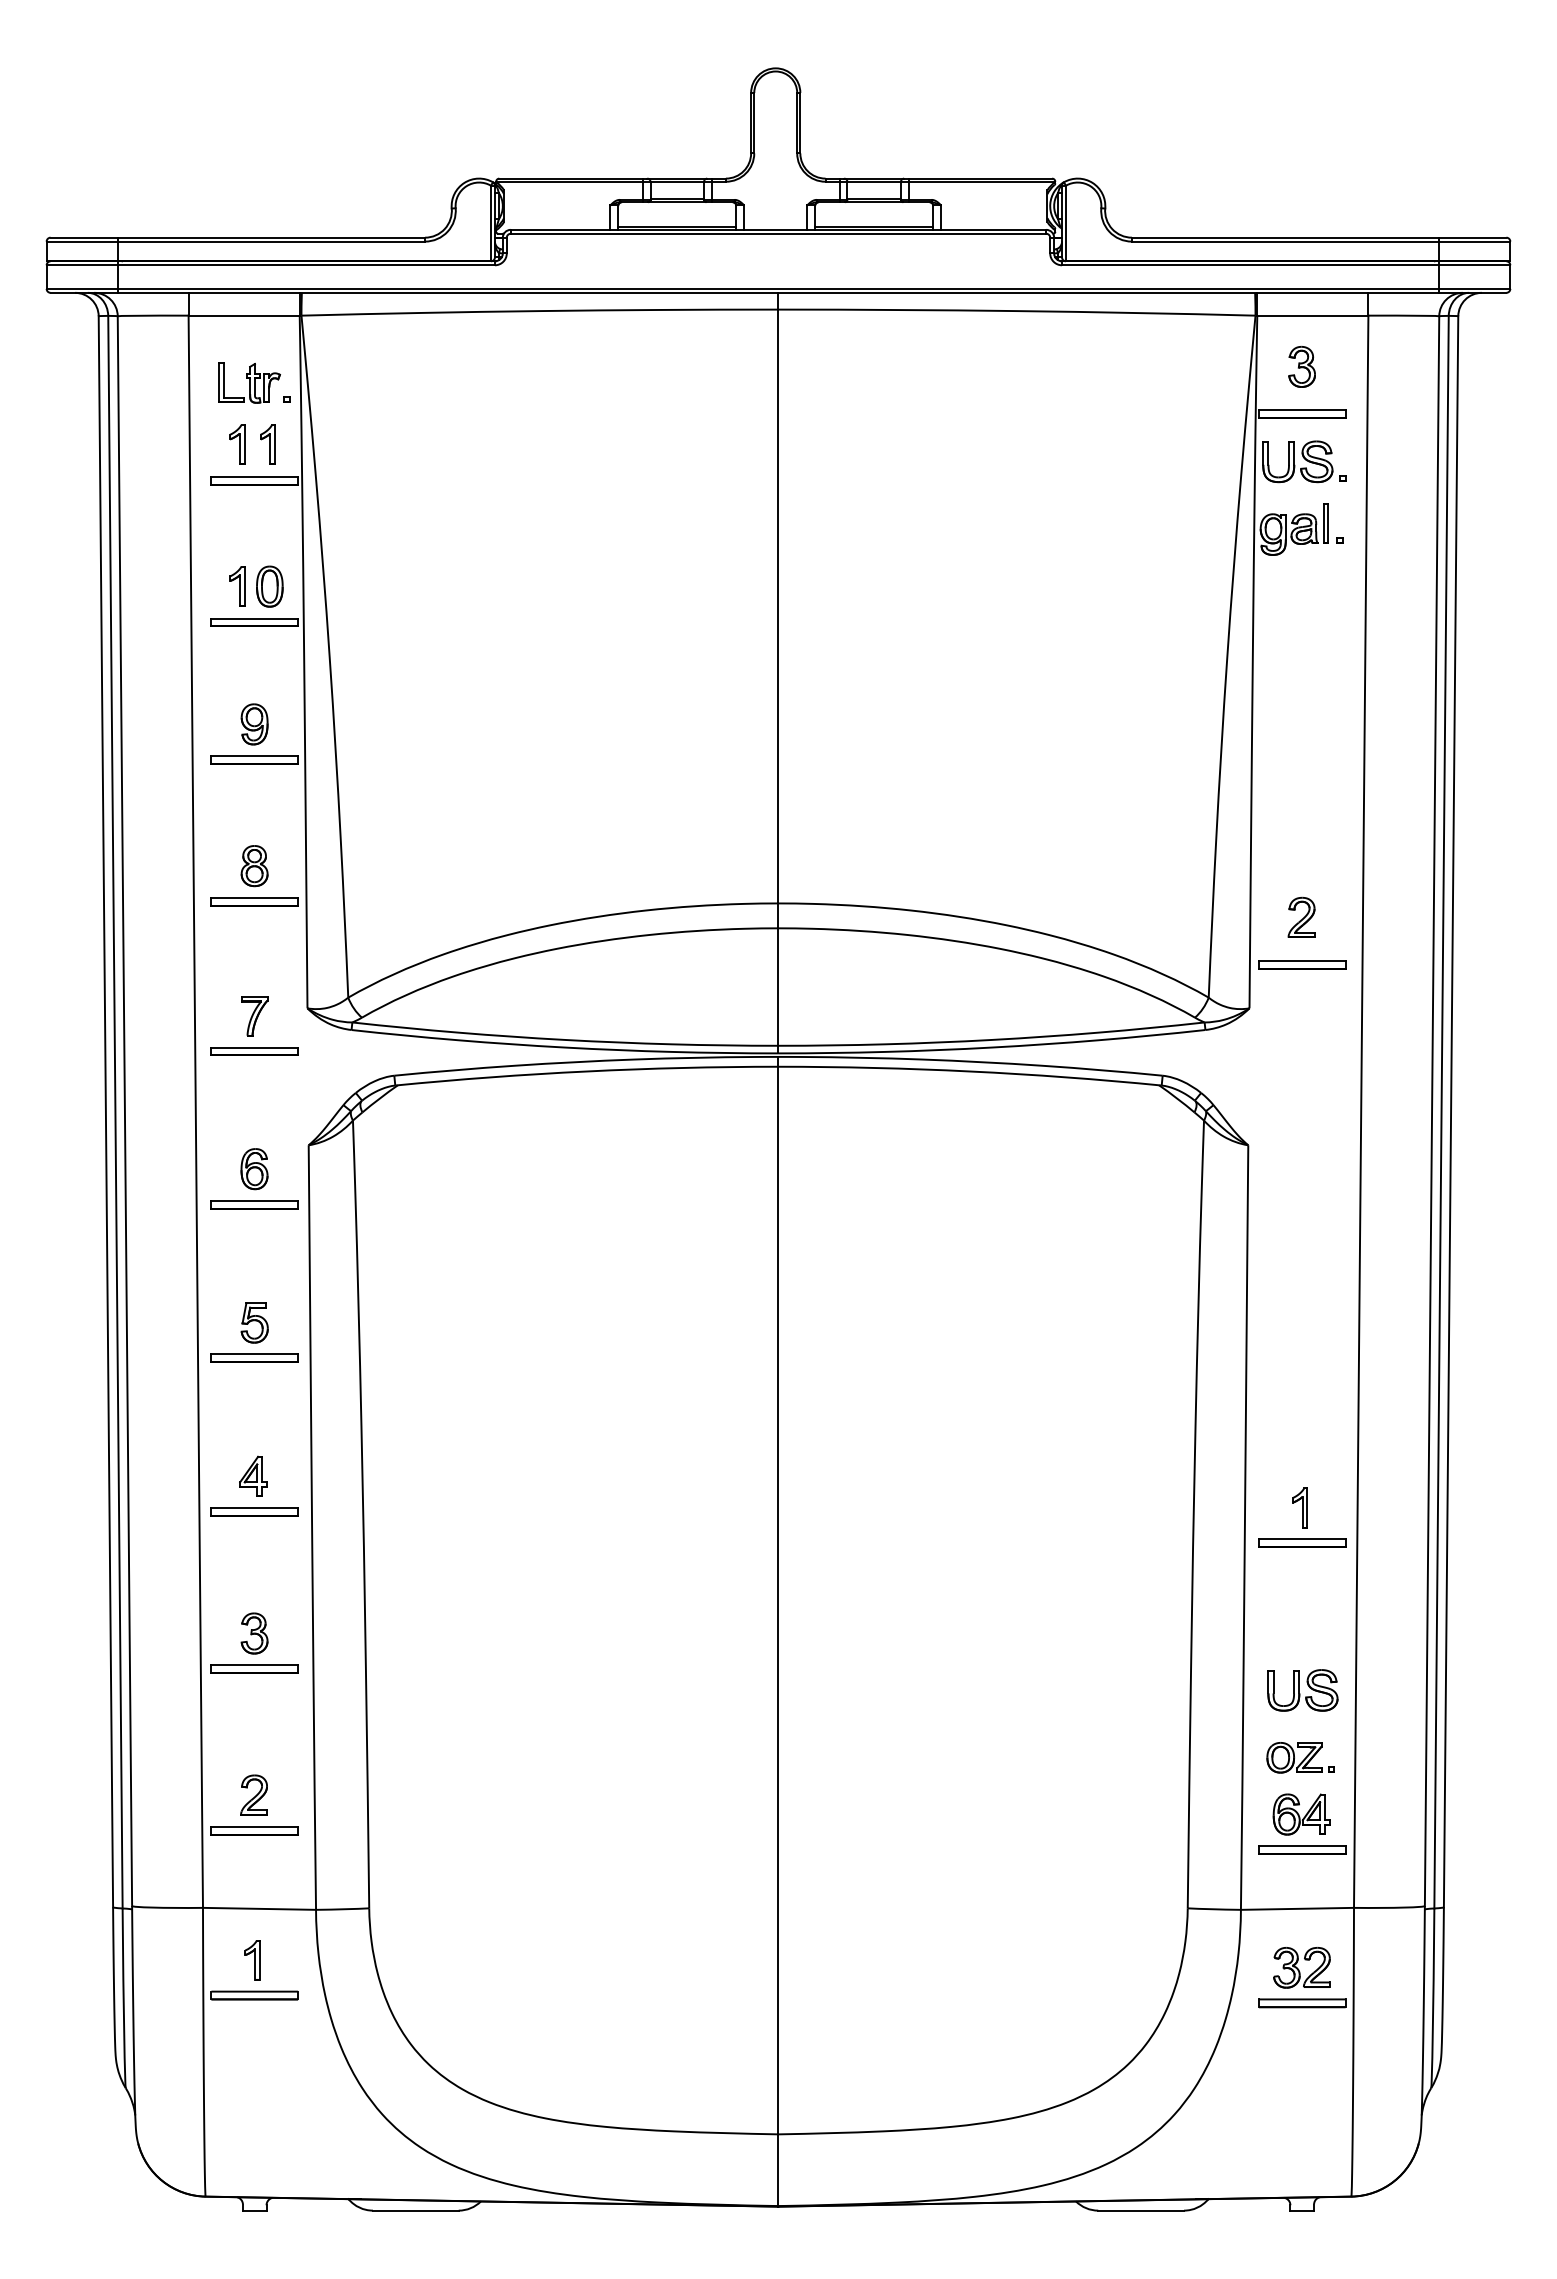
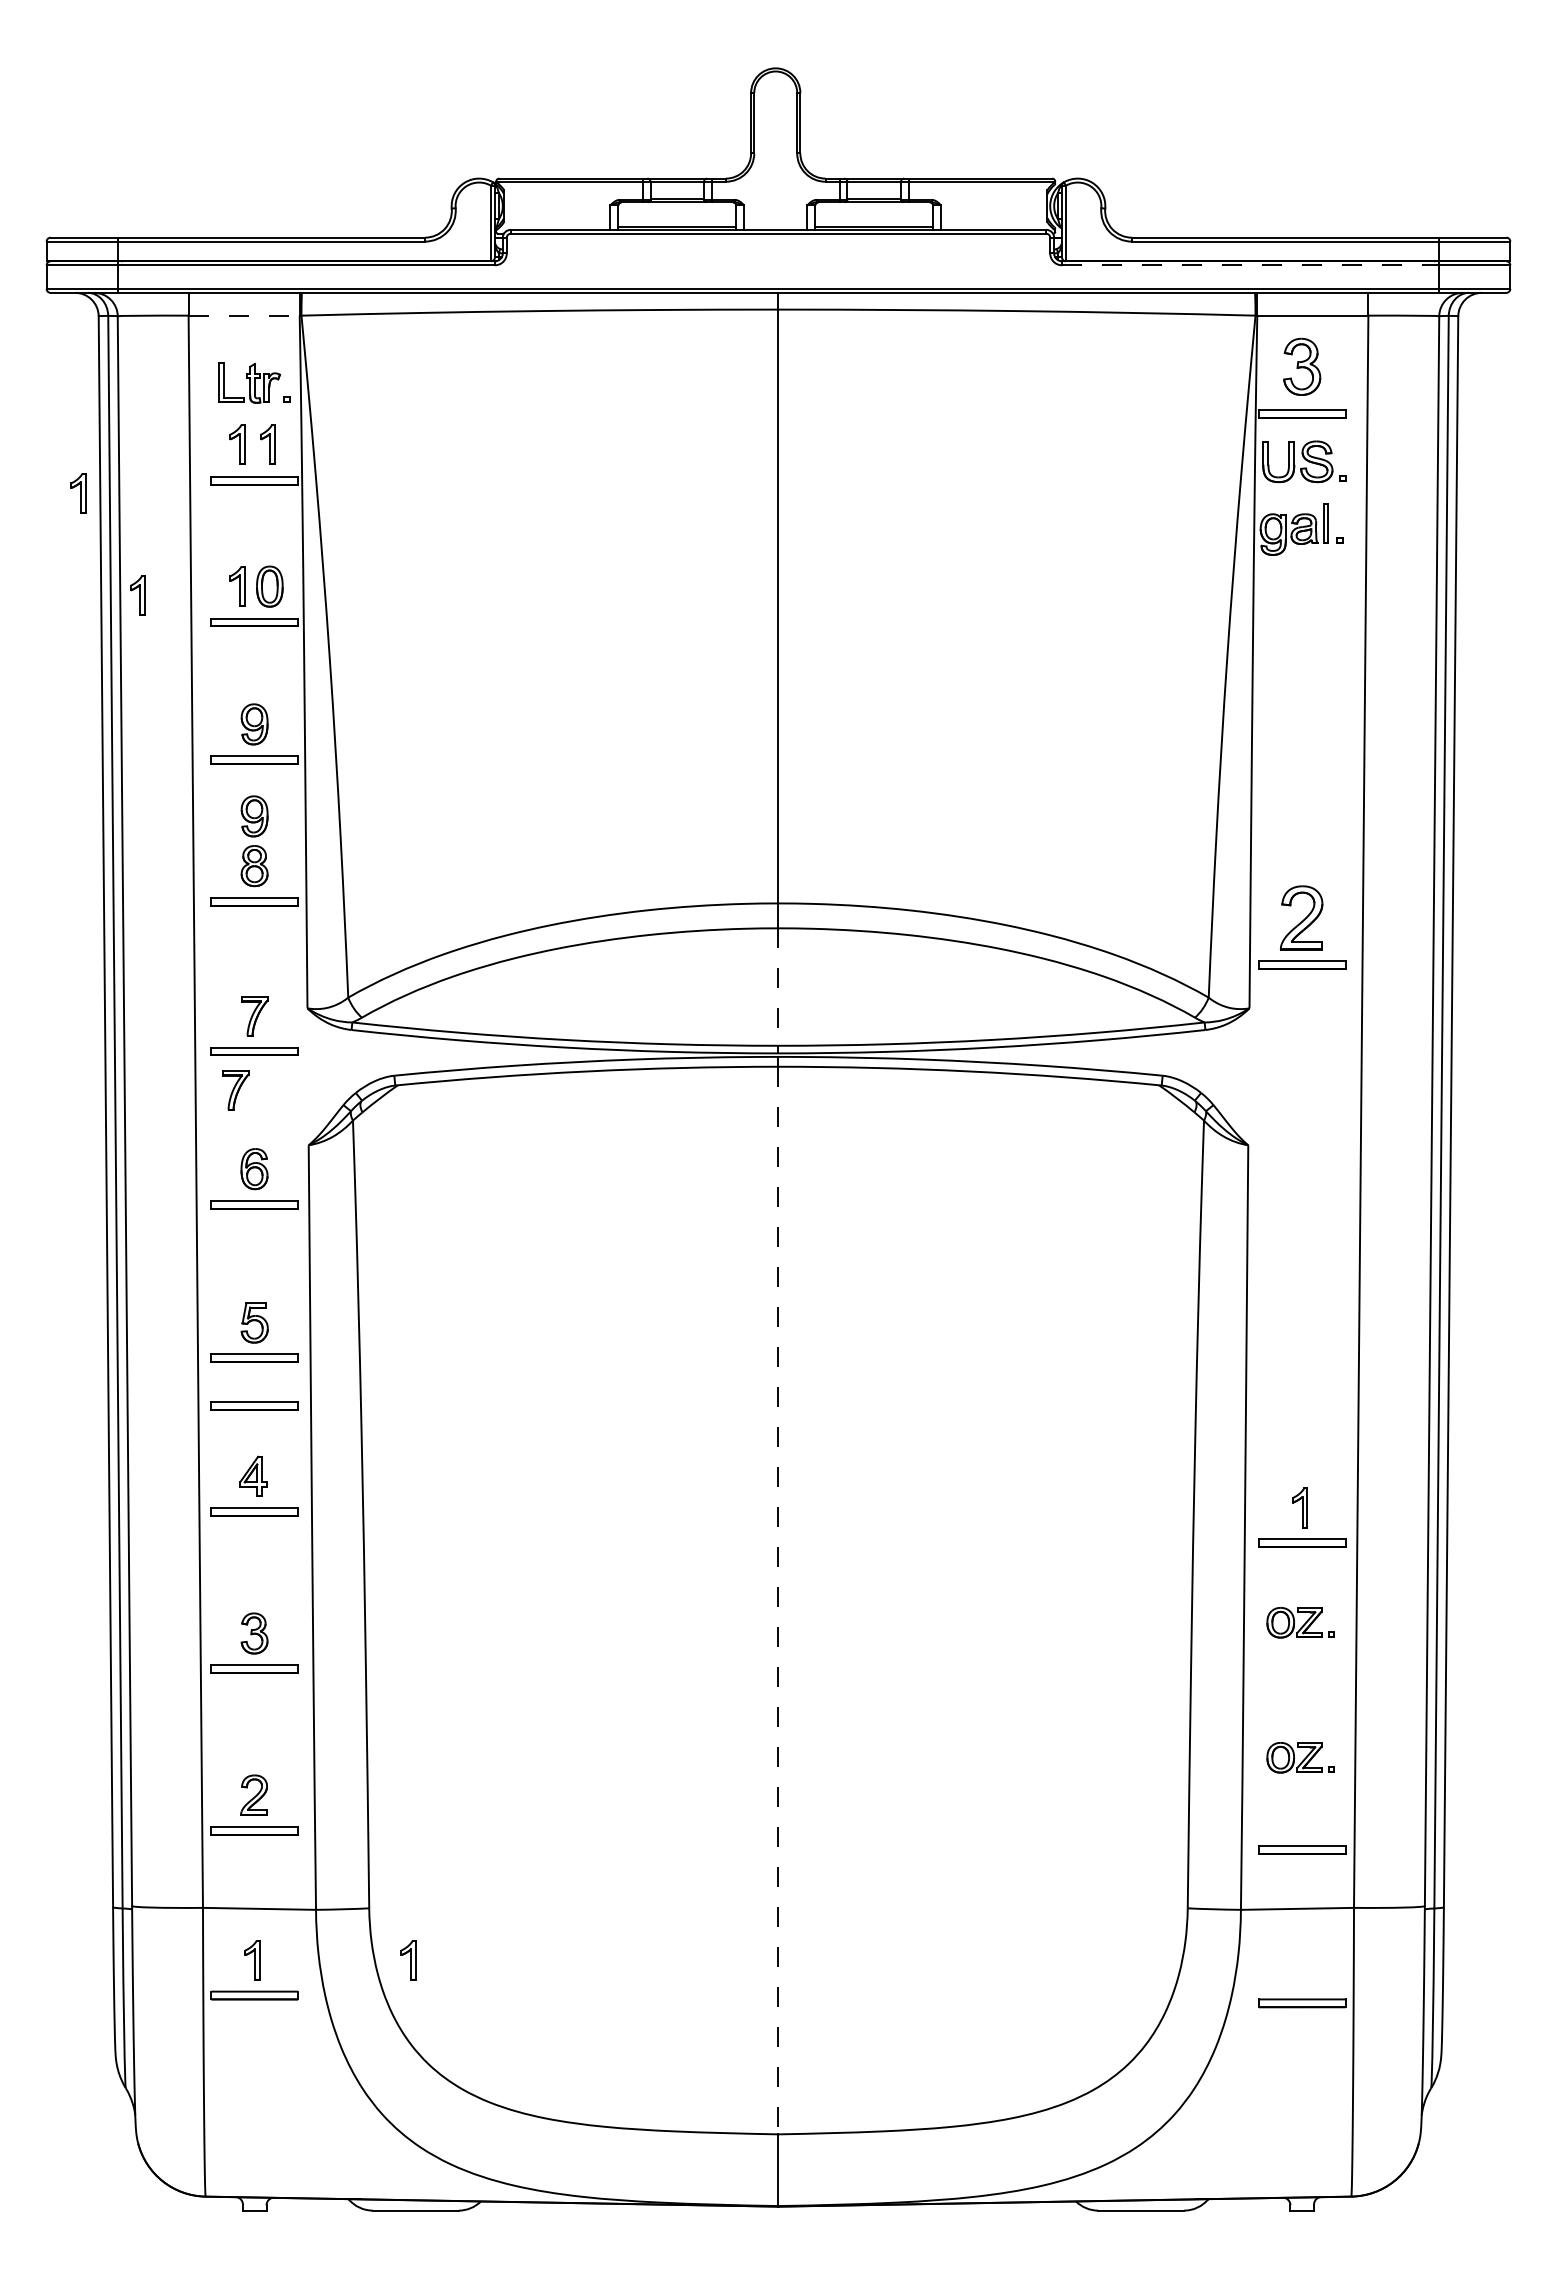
line at (1250, 265): solid -> dashed
line at (244, 315): solid -> dashed
part at (1301, 366) size: 28x42 px -> 39x59 px
part at (78, 493): none -> present
part at (137, 595): none -> present
part at (254, 816): none -> present
part at (1301, 916) size: 29x42 px -> 44x66 px
line at (778, 987): solid -> dashed
part at (235, 1090): none -> present
part at (254, 1405): none -> present
line at (778, 1600): solid -> dashed
part at (1300, 1622): none -> present
part at (1302, 1690): present -> none
part at (1301, 1814): present -> none
part at (408, 1960): none -> present
part at (1301, 1967): present -> none
